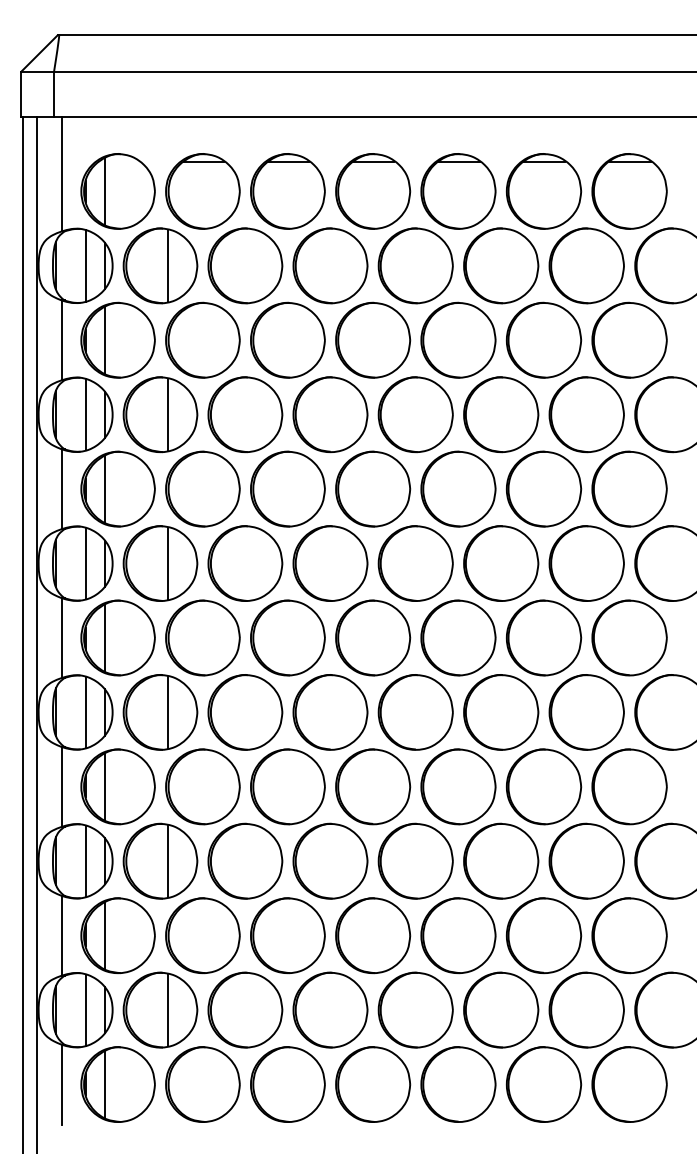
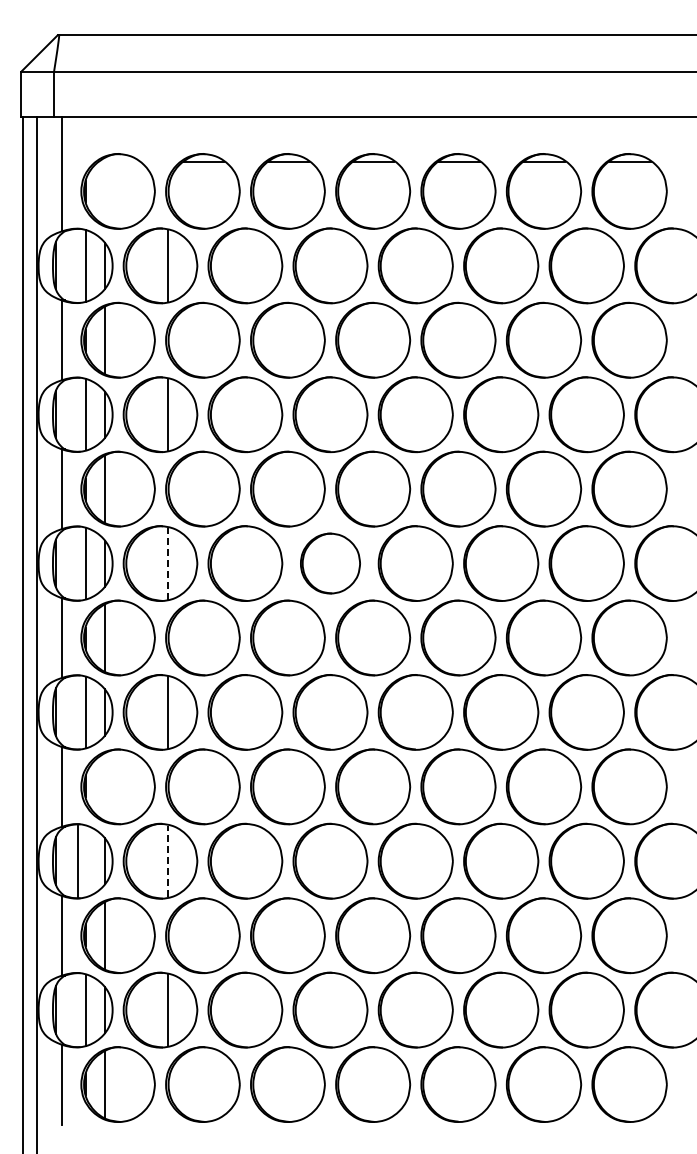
line at (104, 191): present -> none
line at (168, 563): solid -> dashed
part at (330, 563) size: 77x77 px -> 61x63 px
line at (104, 786): present -> none
line at (86, 861) position: (86, 861) -> (78, 861)
line at (168, 861): solid -> dashed
